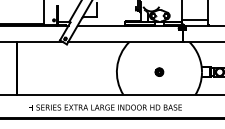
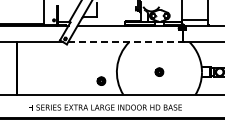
line at (124, 42): solid -> dashed
part at (101, 80): none -> present
